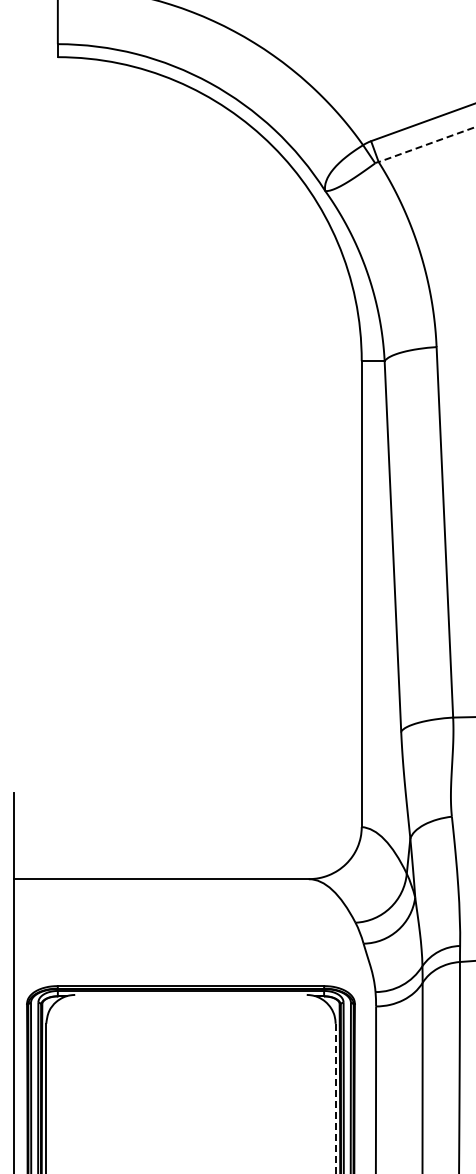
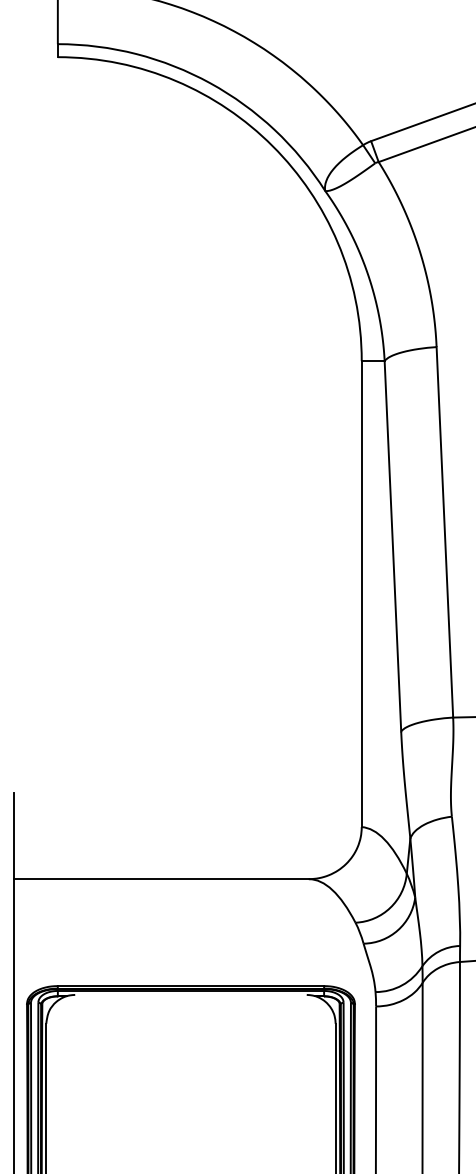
line at (426, 144): dashed -> solid
line at (335, 1098): dashed -> solid
